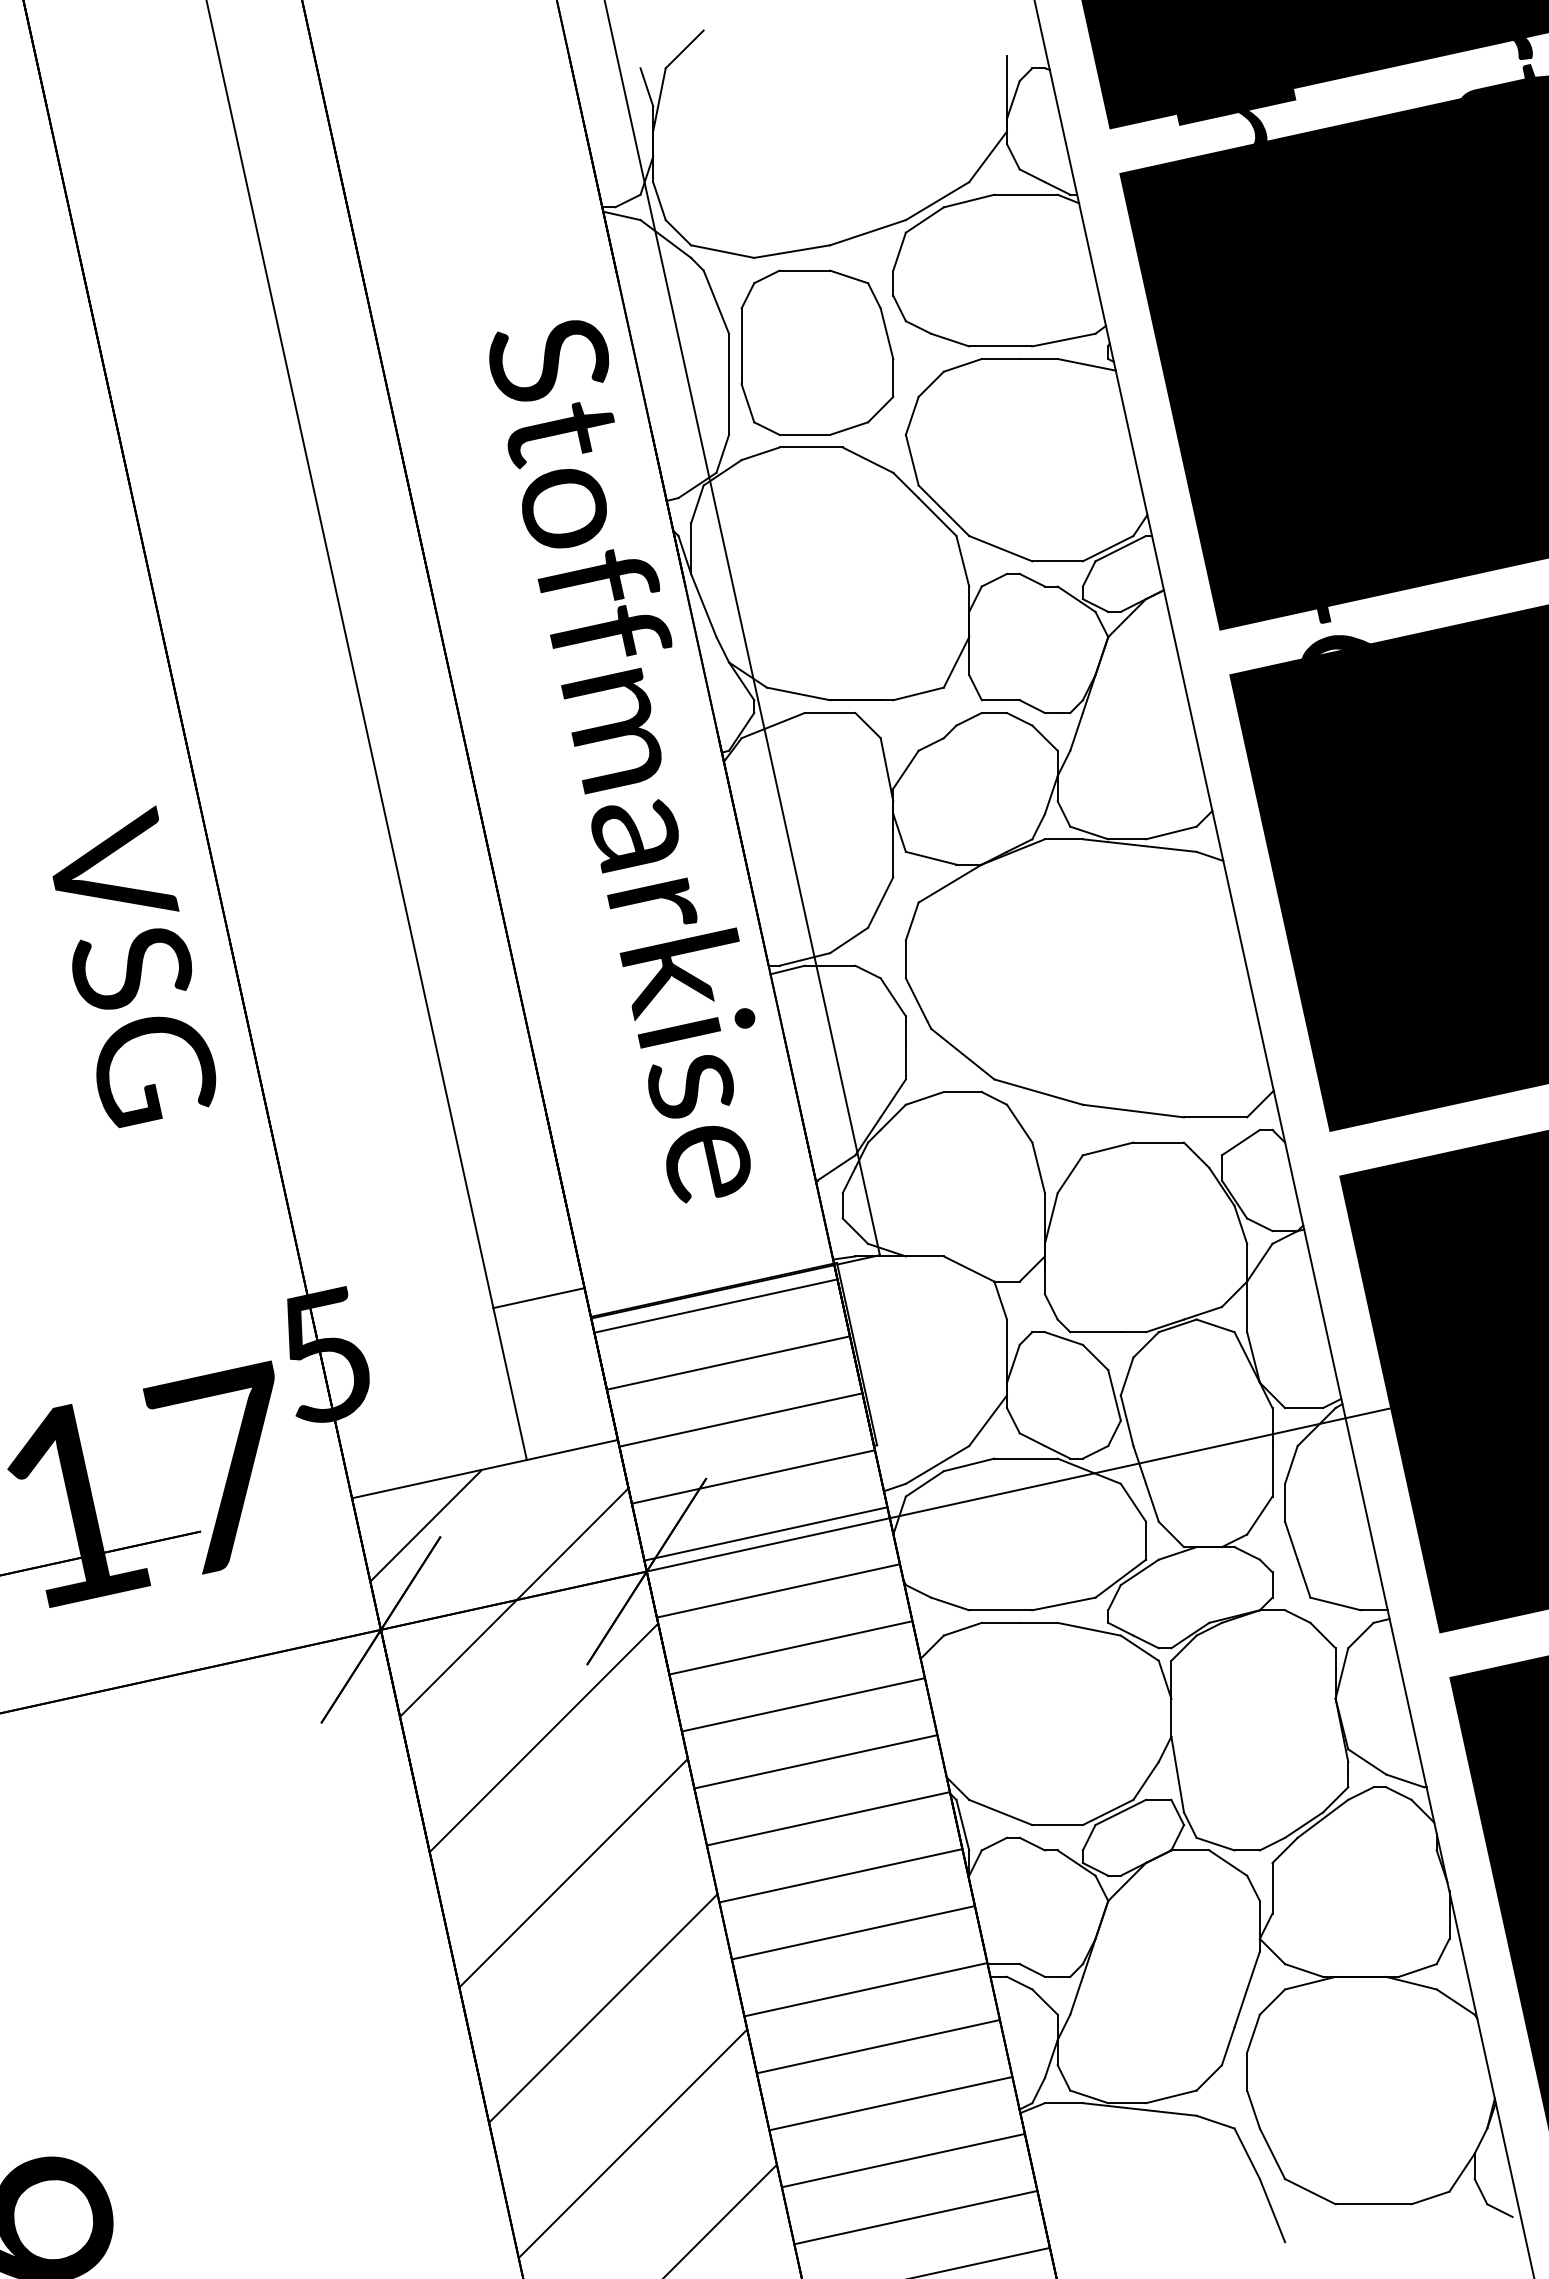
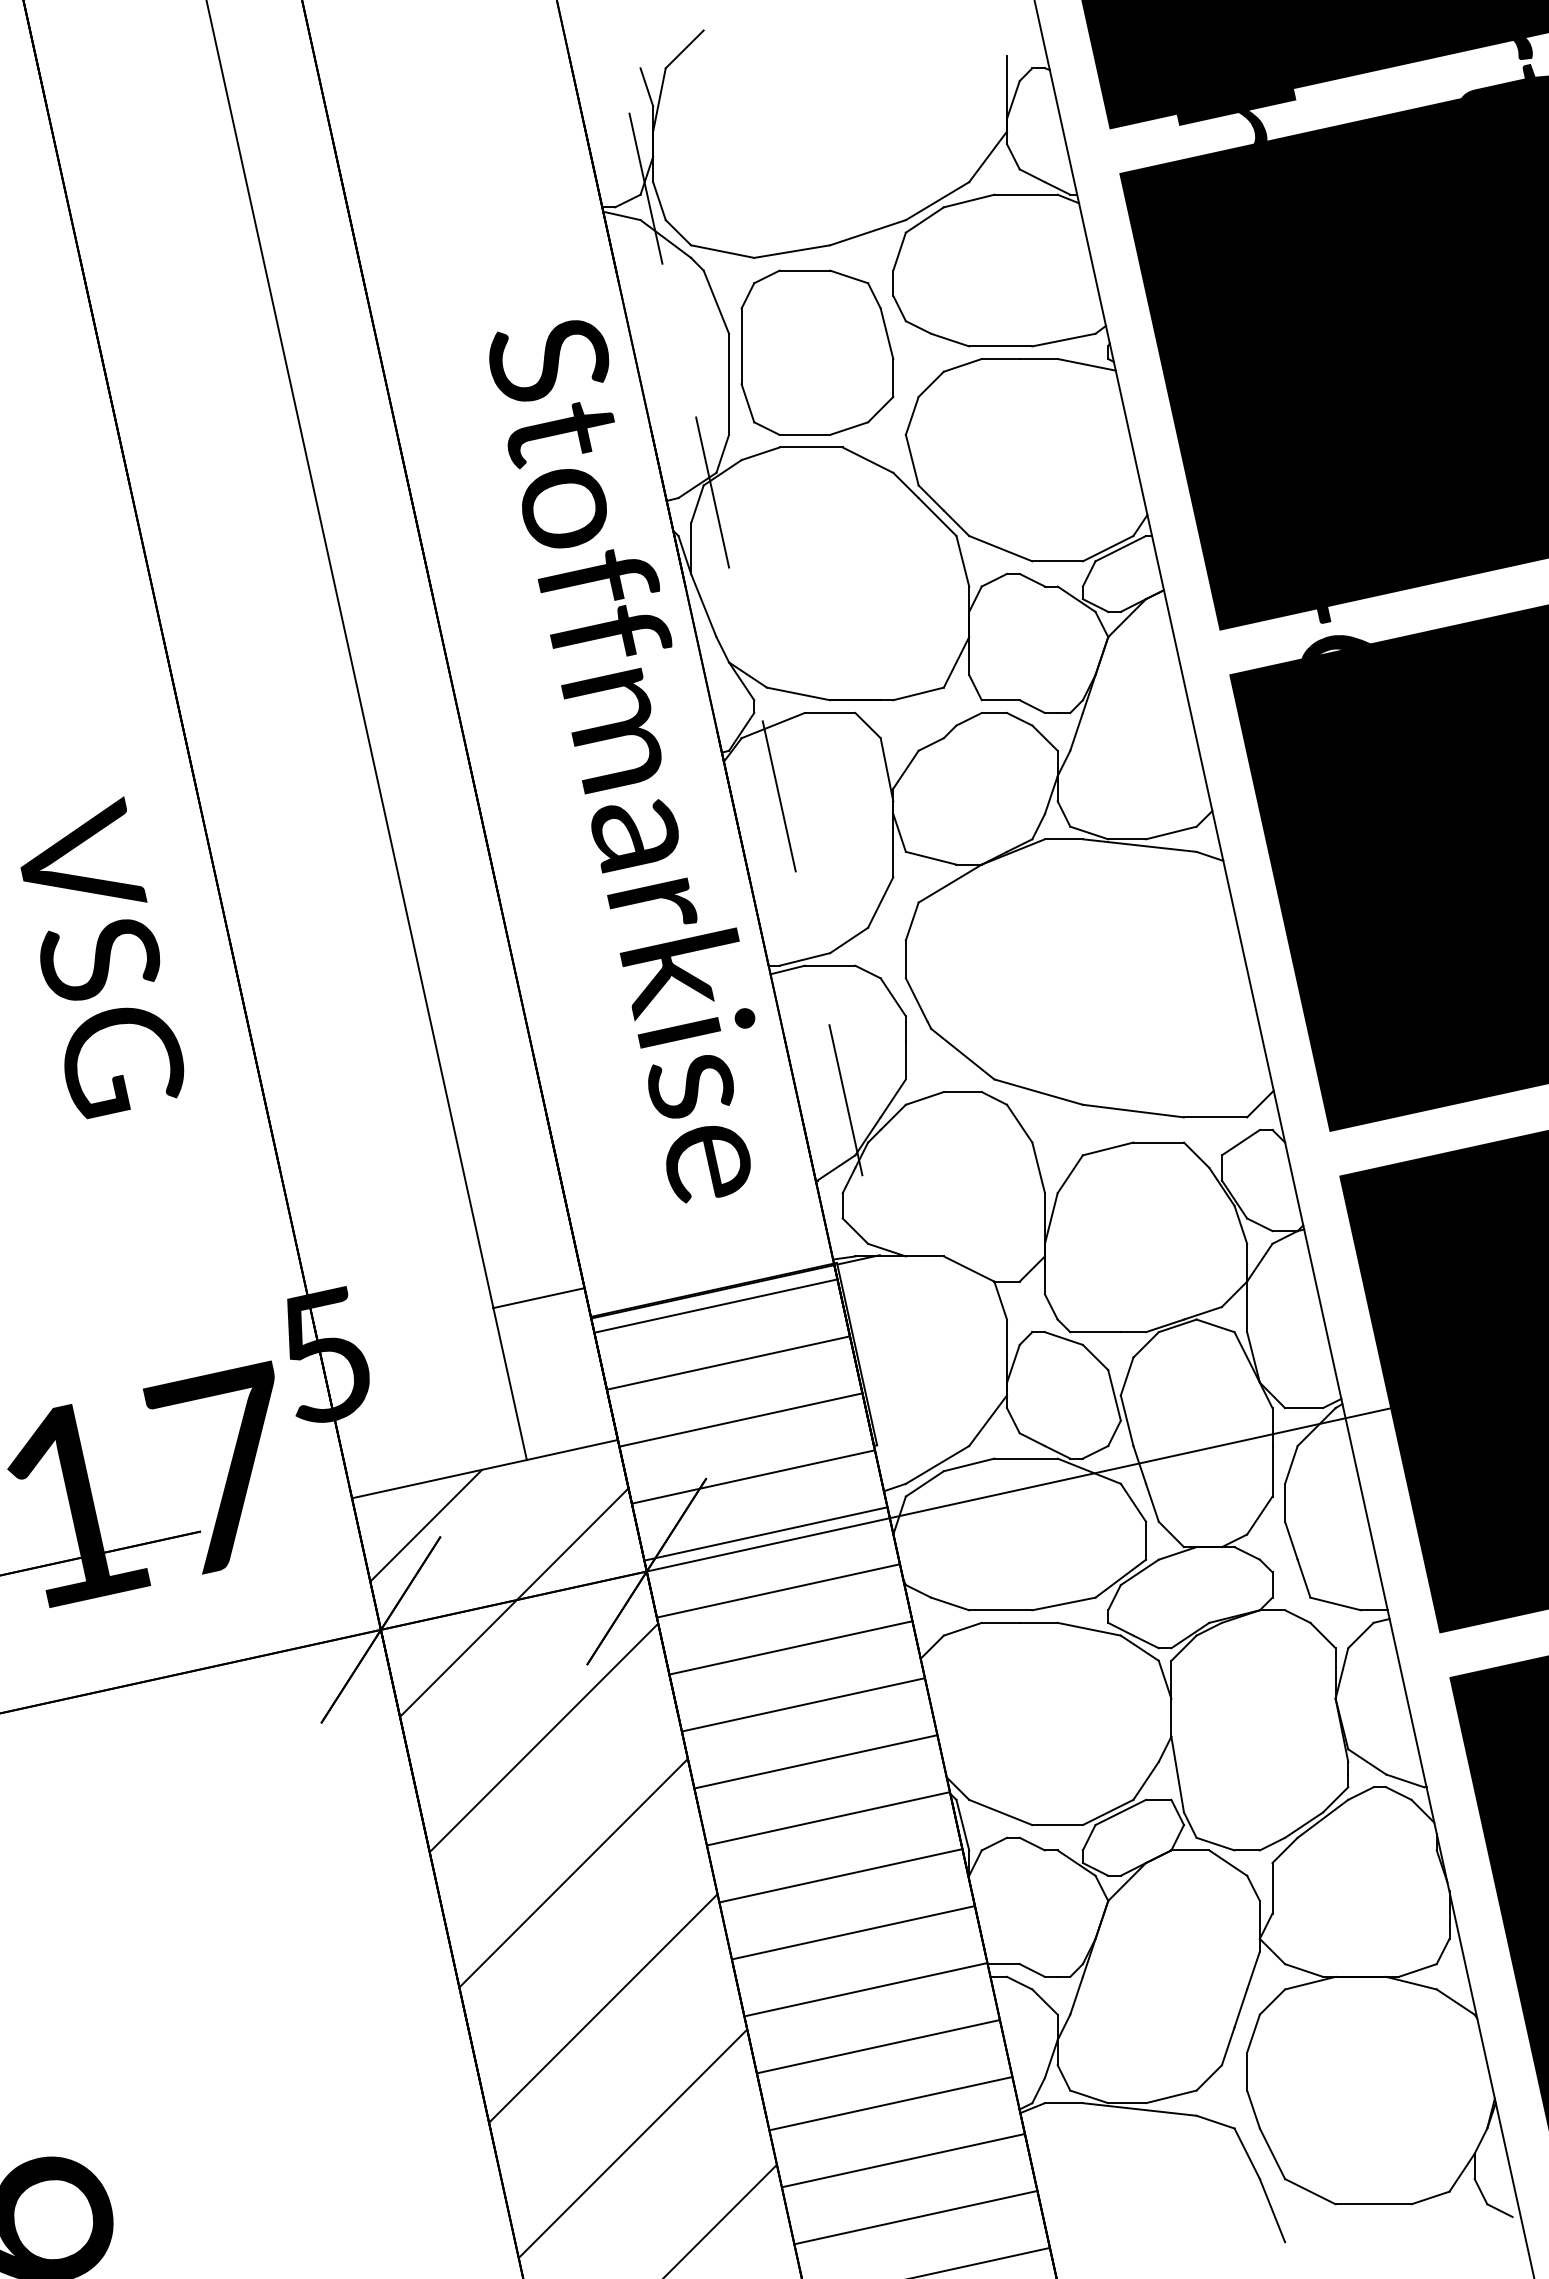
line at (742, 628): solid -> dashed
text at (134, 966) position: (134, 966) -> (102, 957)
